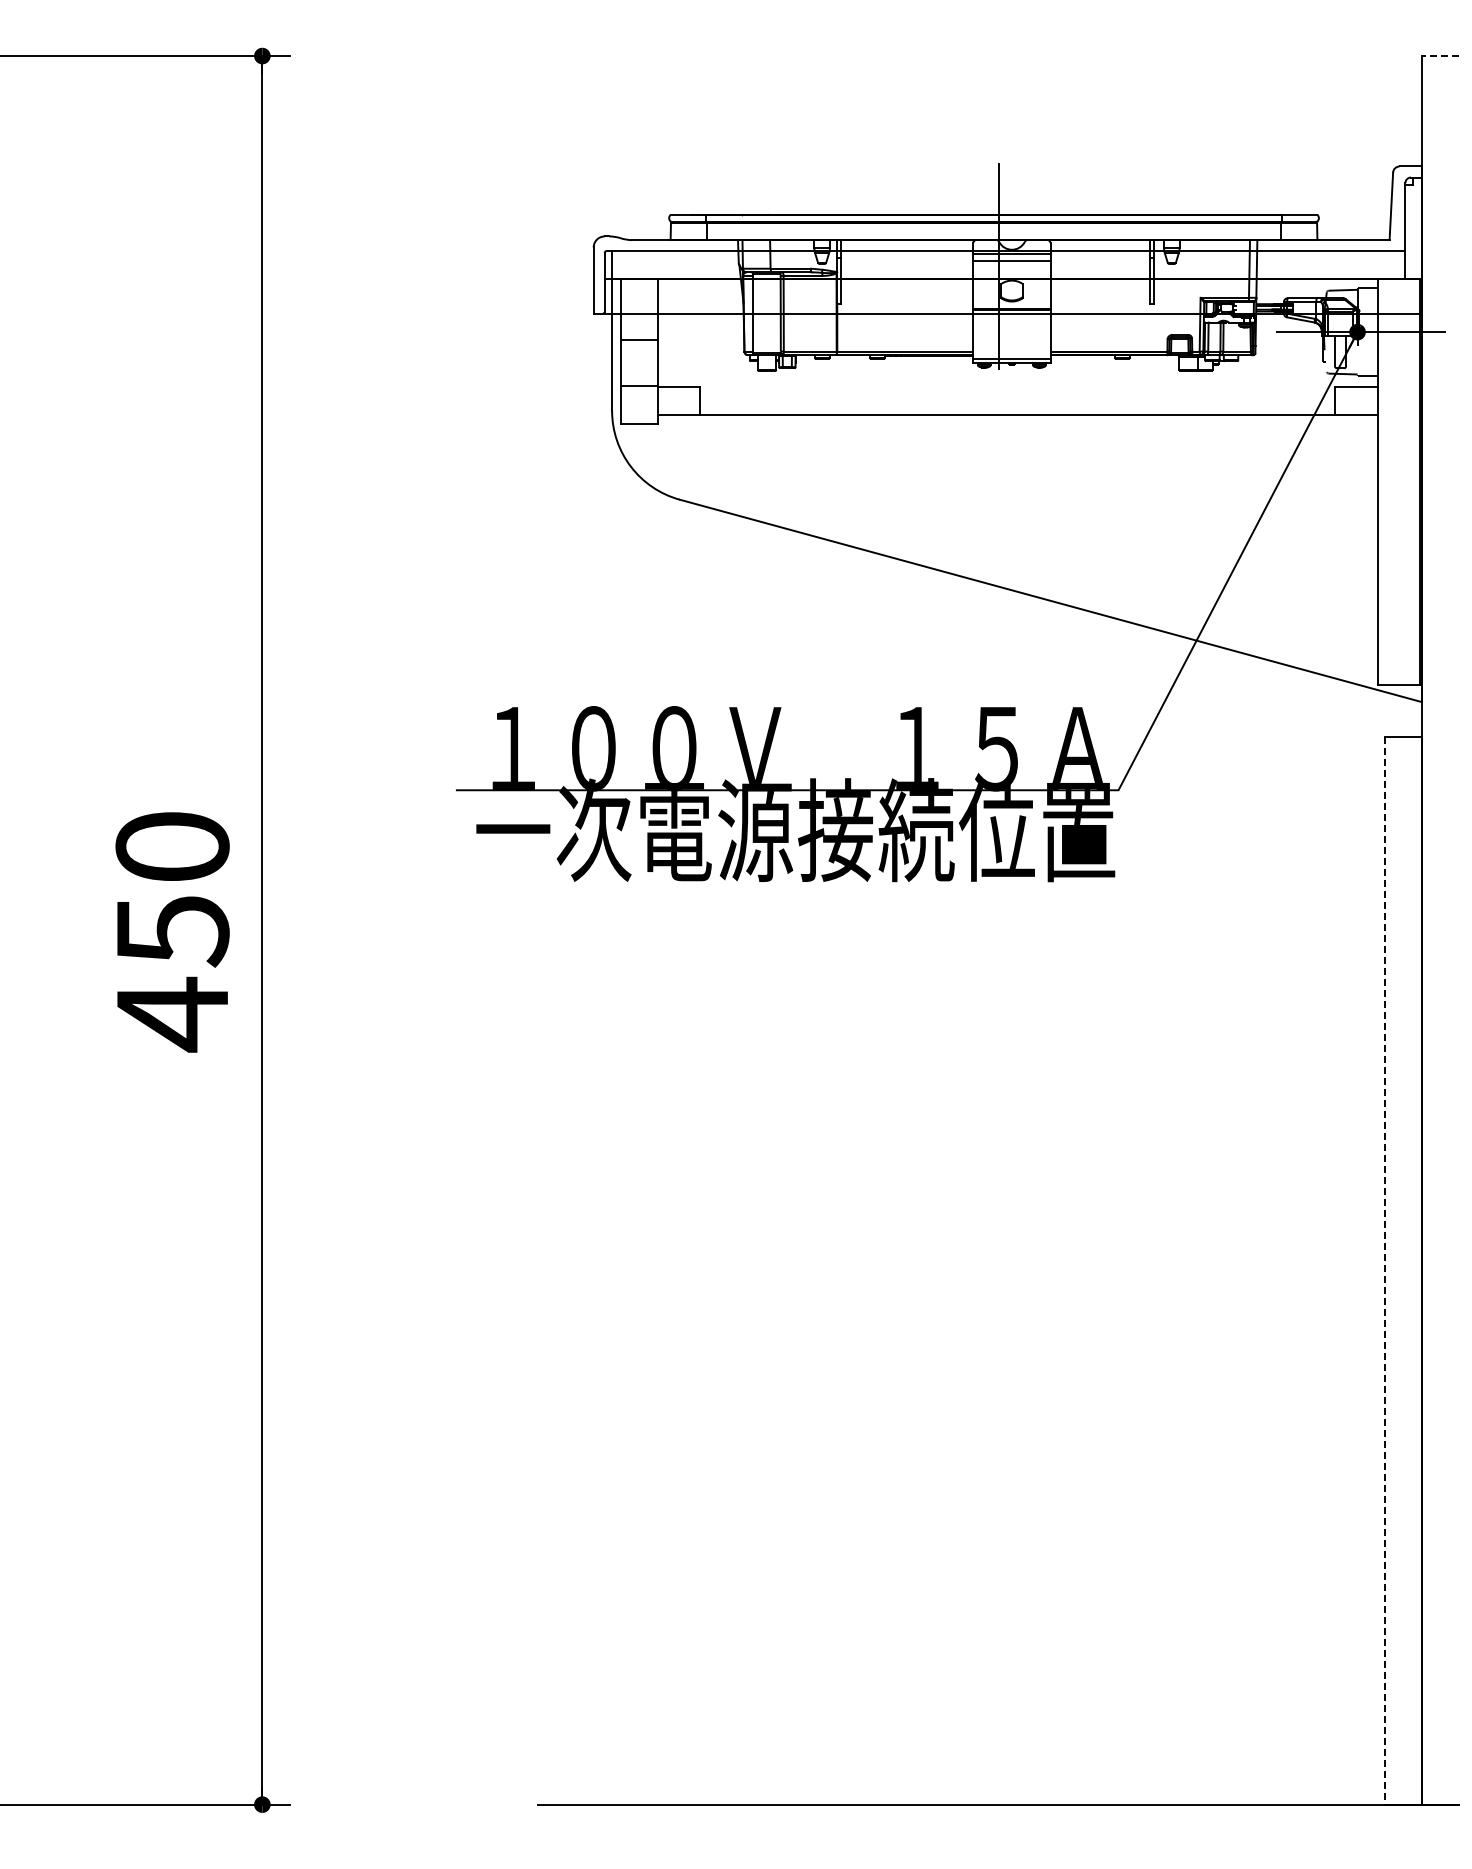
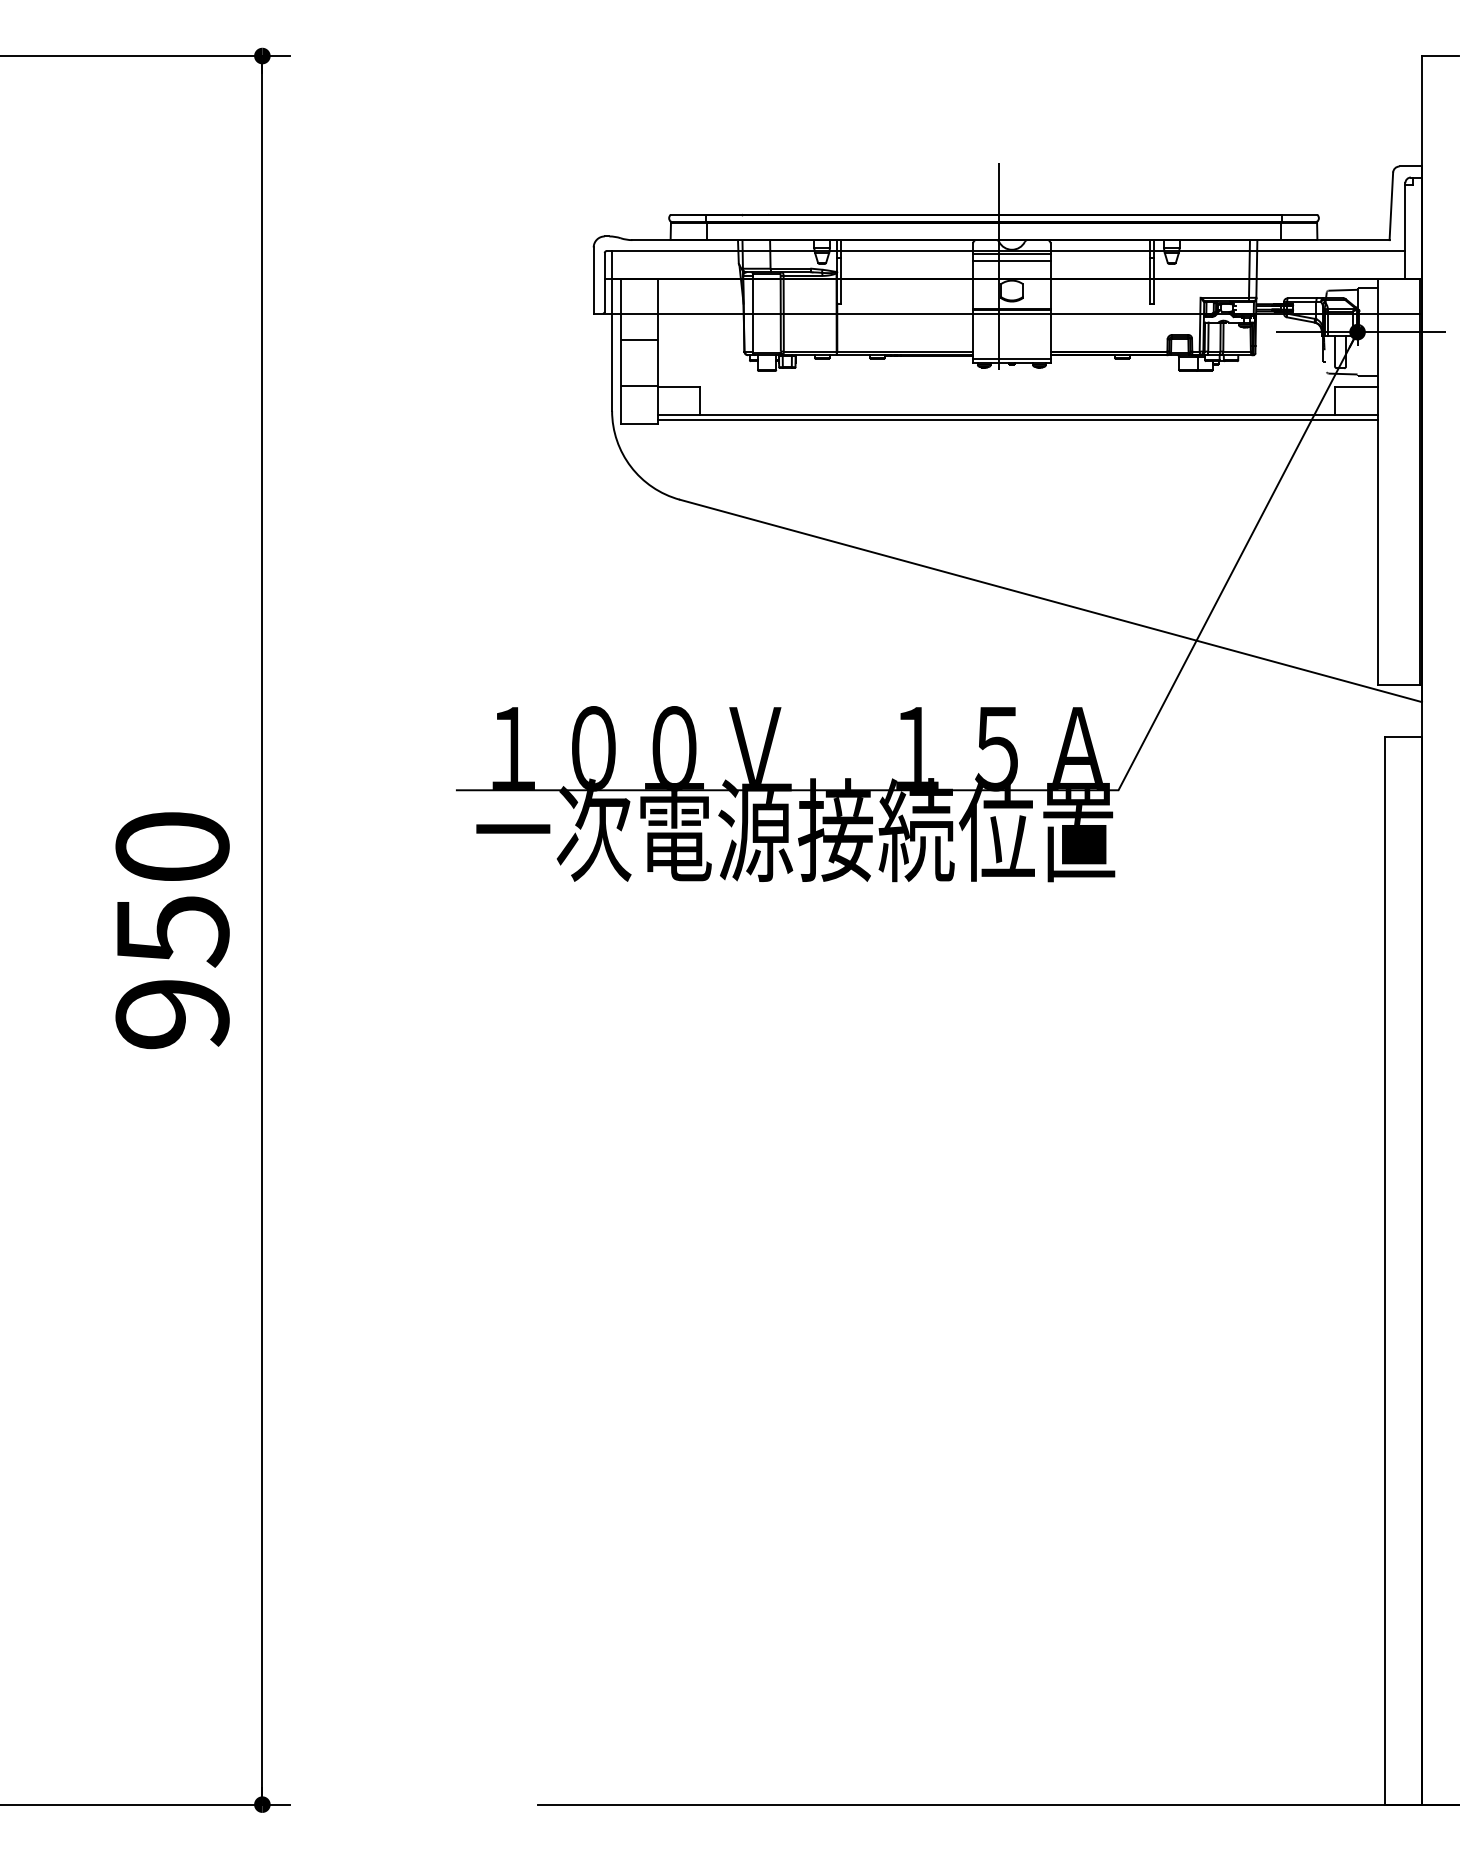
line at (1439, 56): dashed -> solid
line at (1017, 419): none -> present
text at (172, 1014): 450 -> 950
line at (1385, 1270): dashed -> solid
